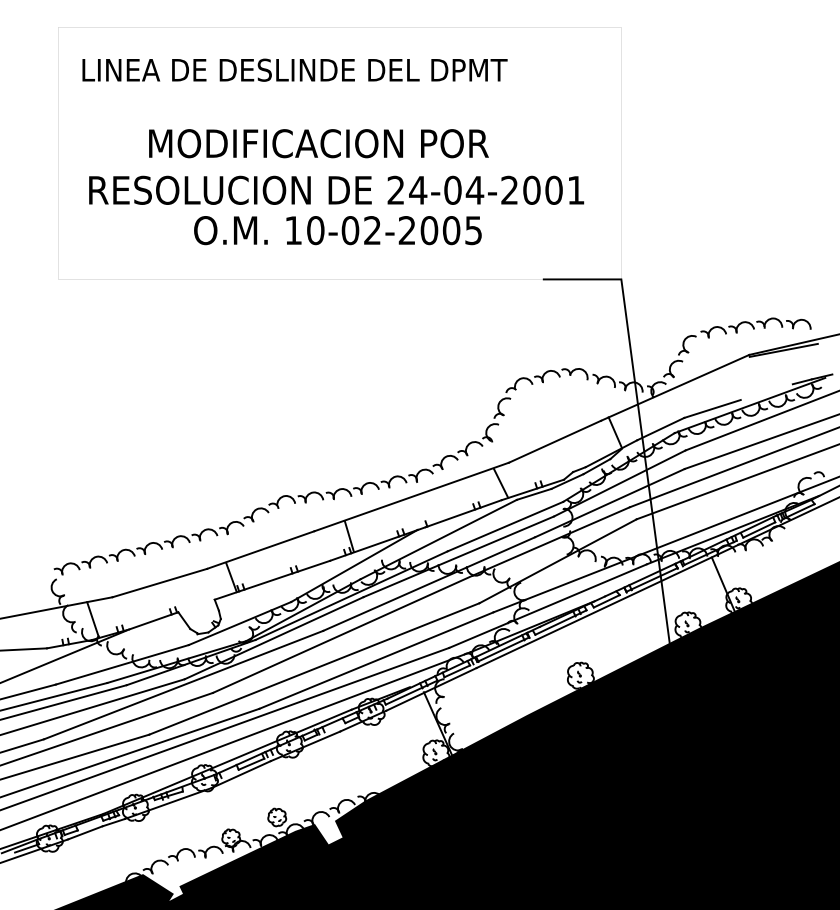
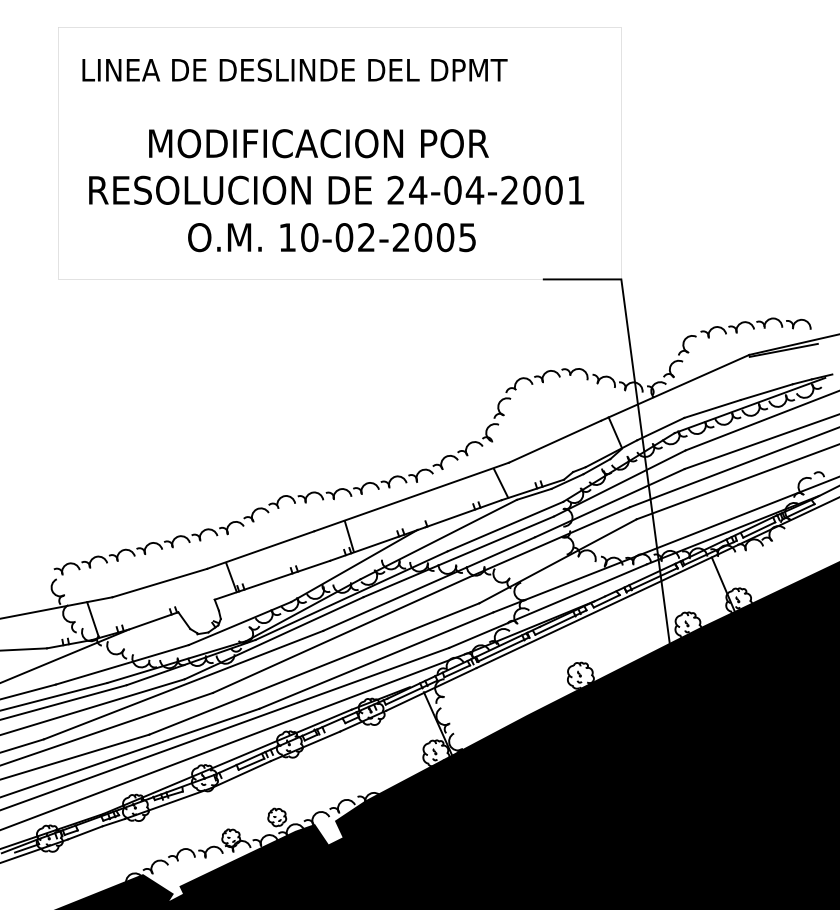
text at (337, 230) position: (337, 230) -> (331, 237)
line at (766, 392): none -> present
